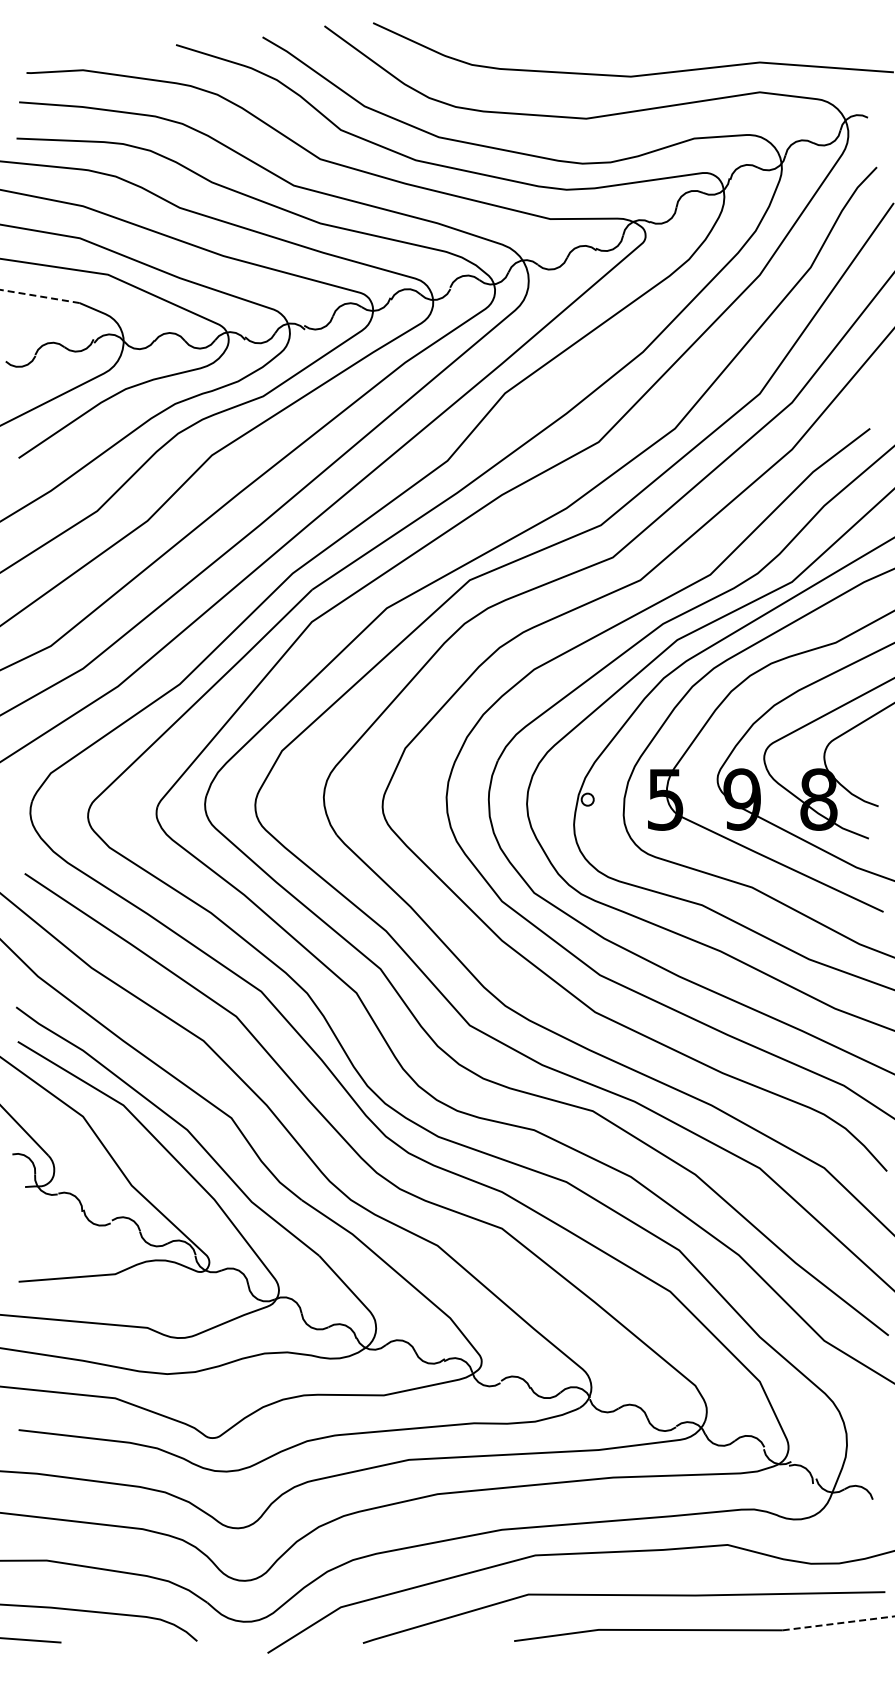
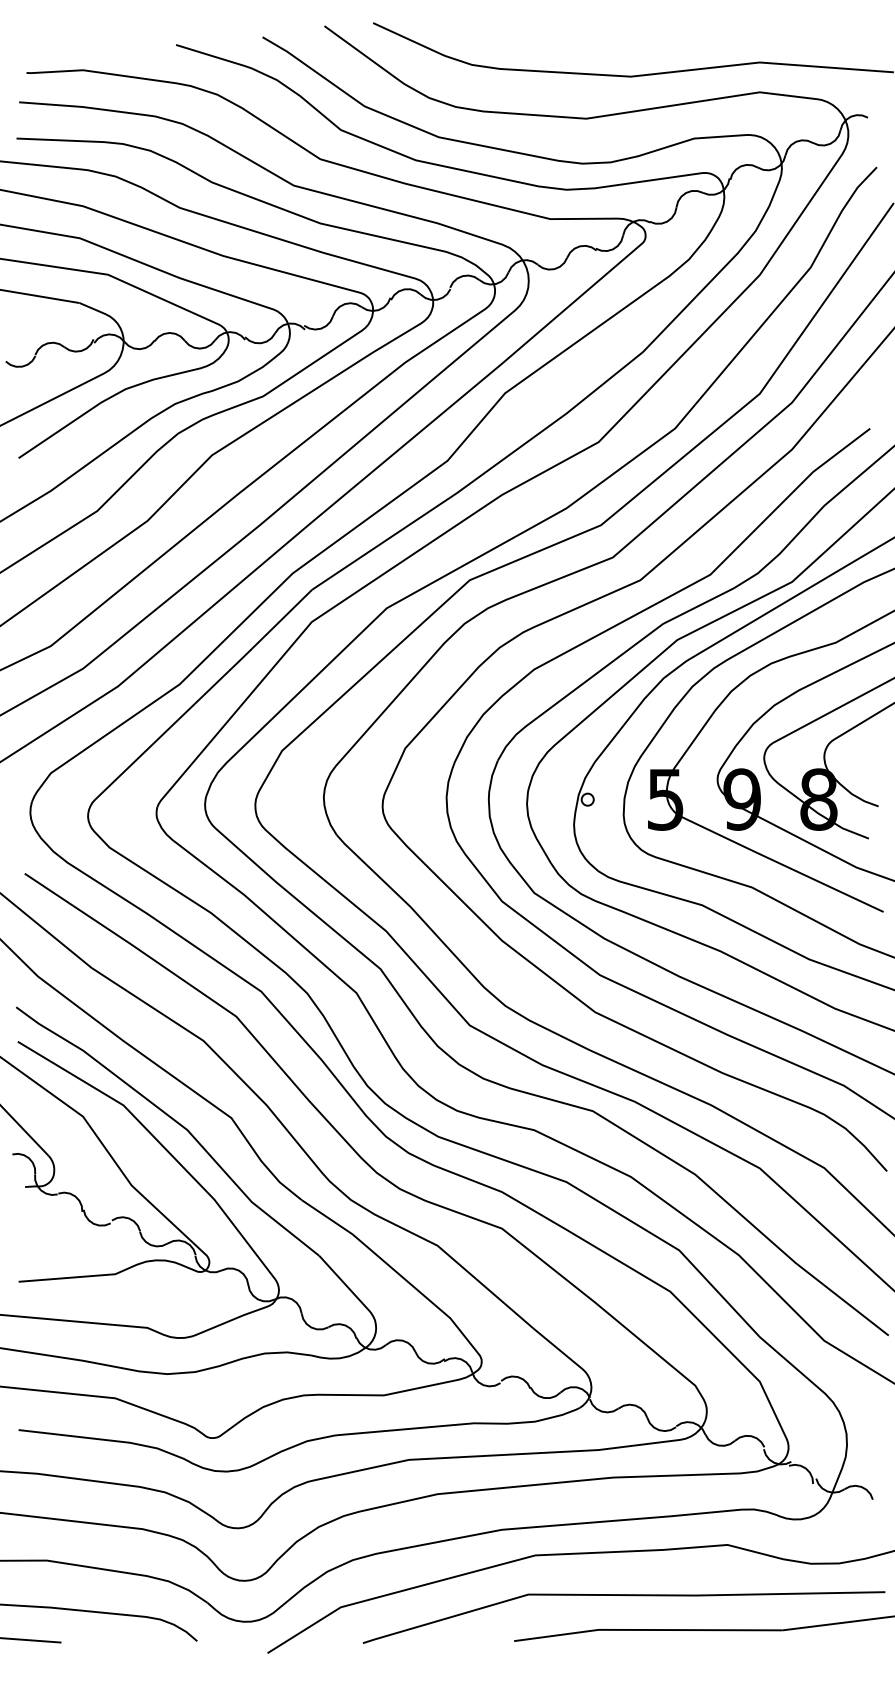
line at (40, 296): dashed -> solid
line at (839, 1623): dashed -> solid
